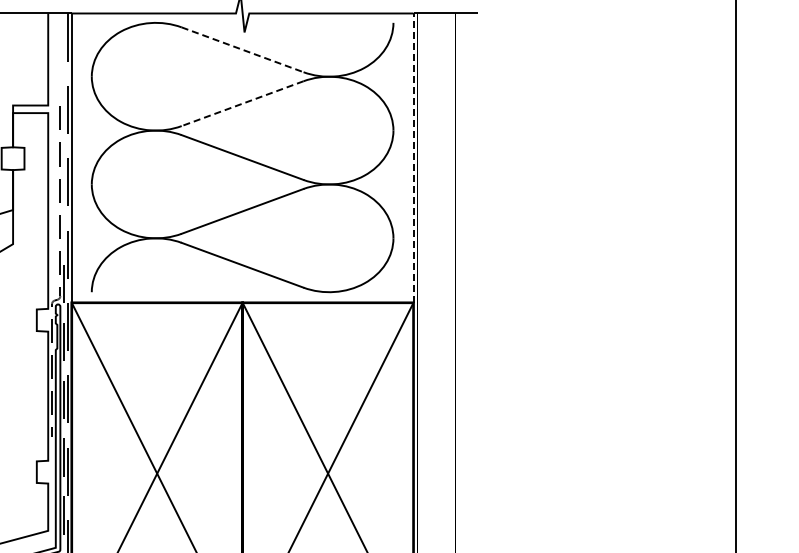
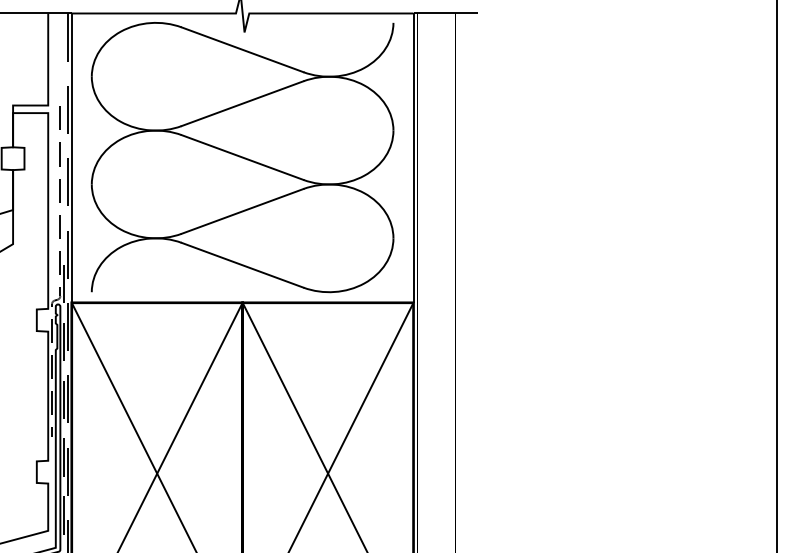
line at (242, 49): dashed -> solid
line at (242, 103): dashed -> solid
line at (413, 158): dashed -> solid
line at (736, 275) position: (736, 275) -> (777, 275)
